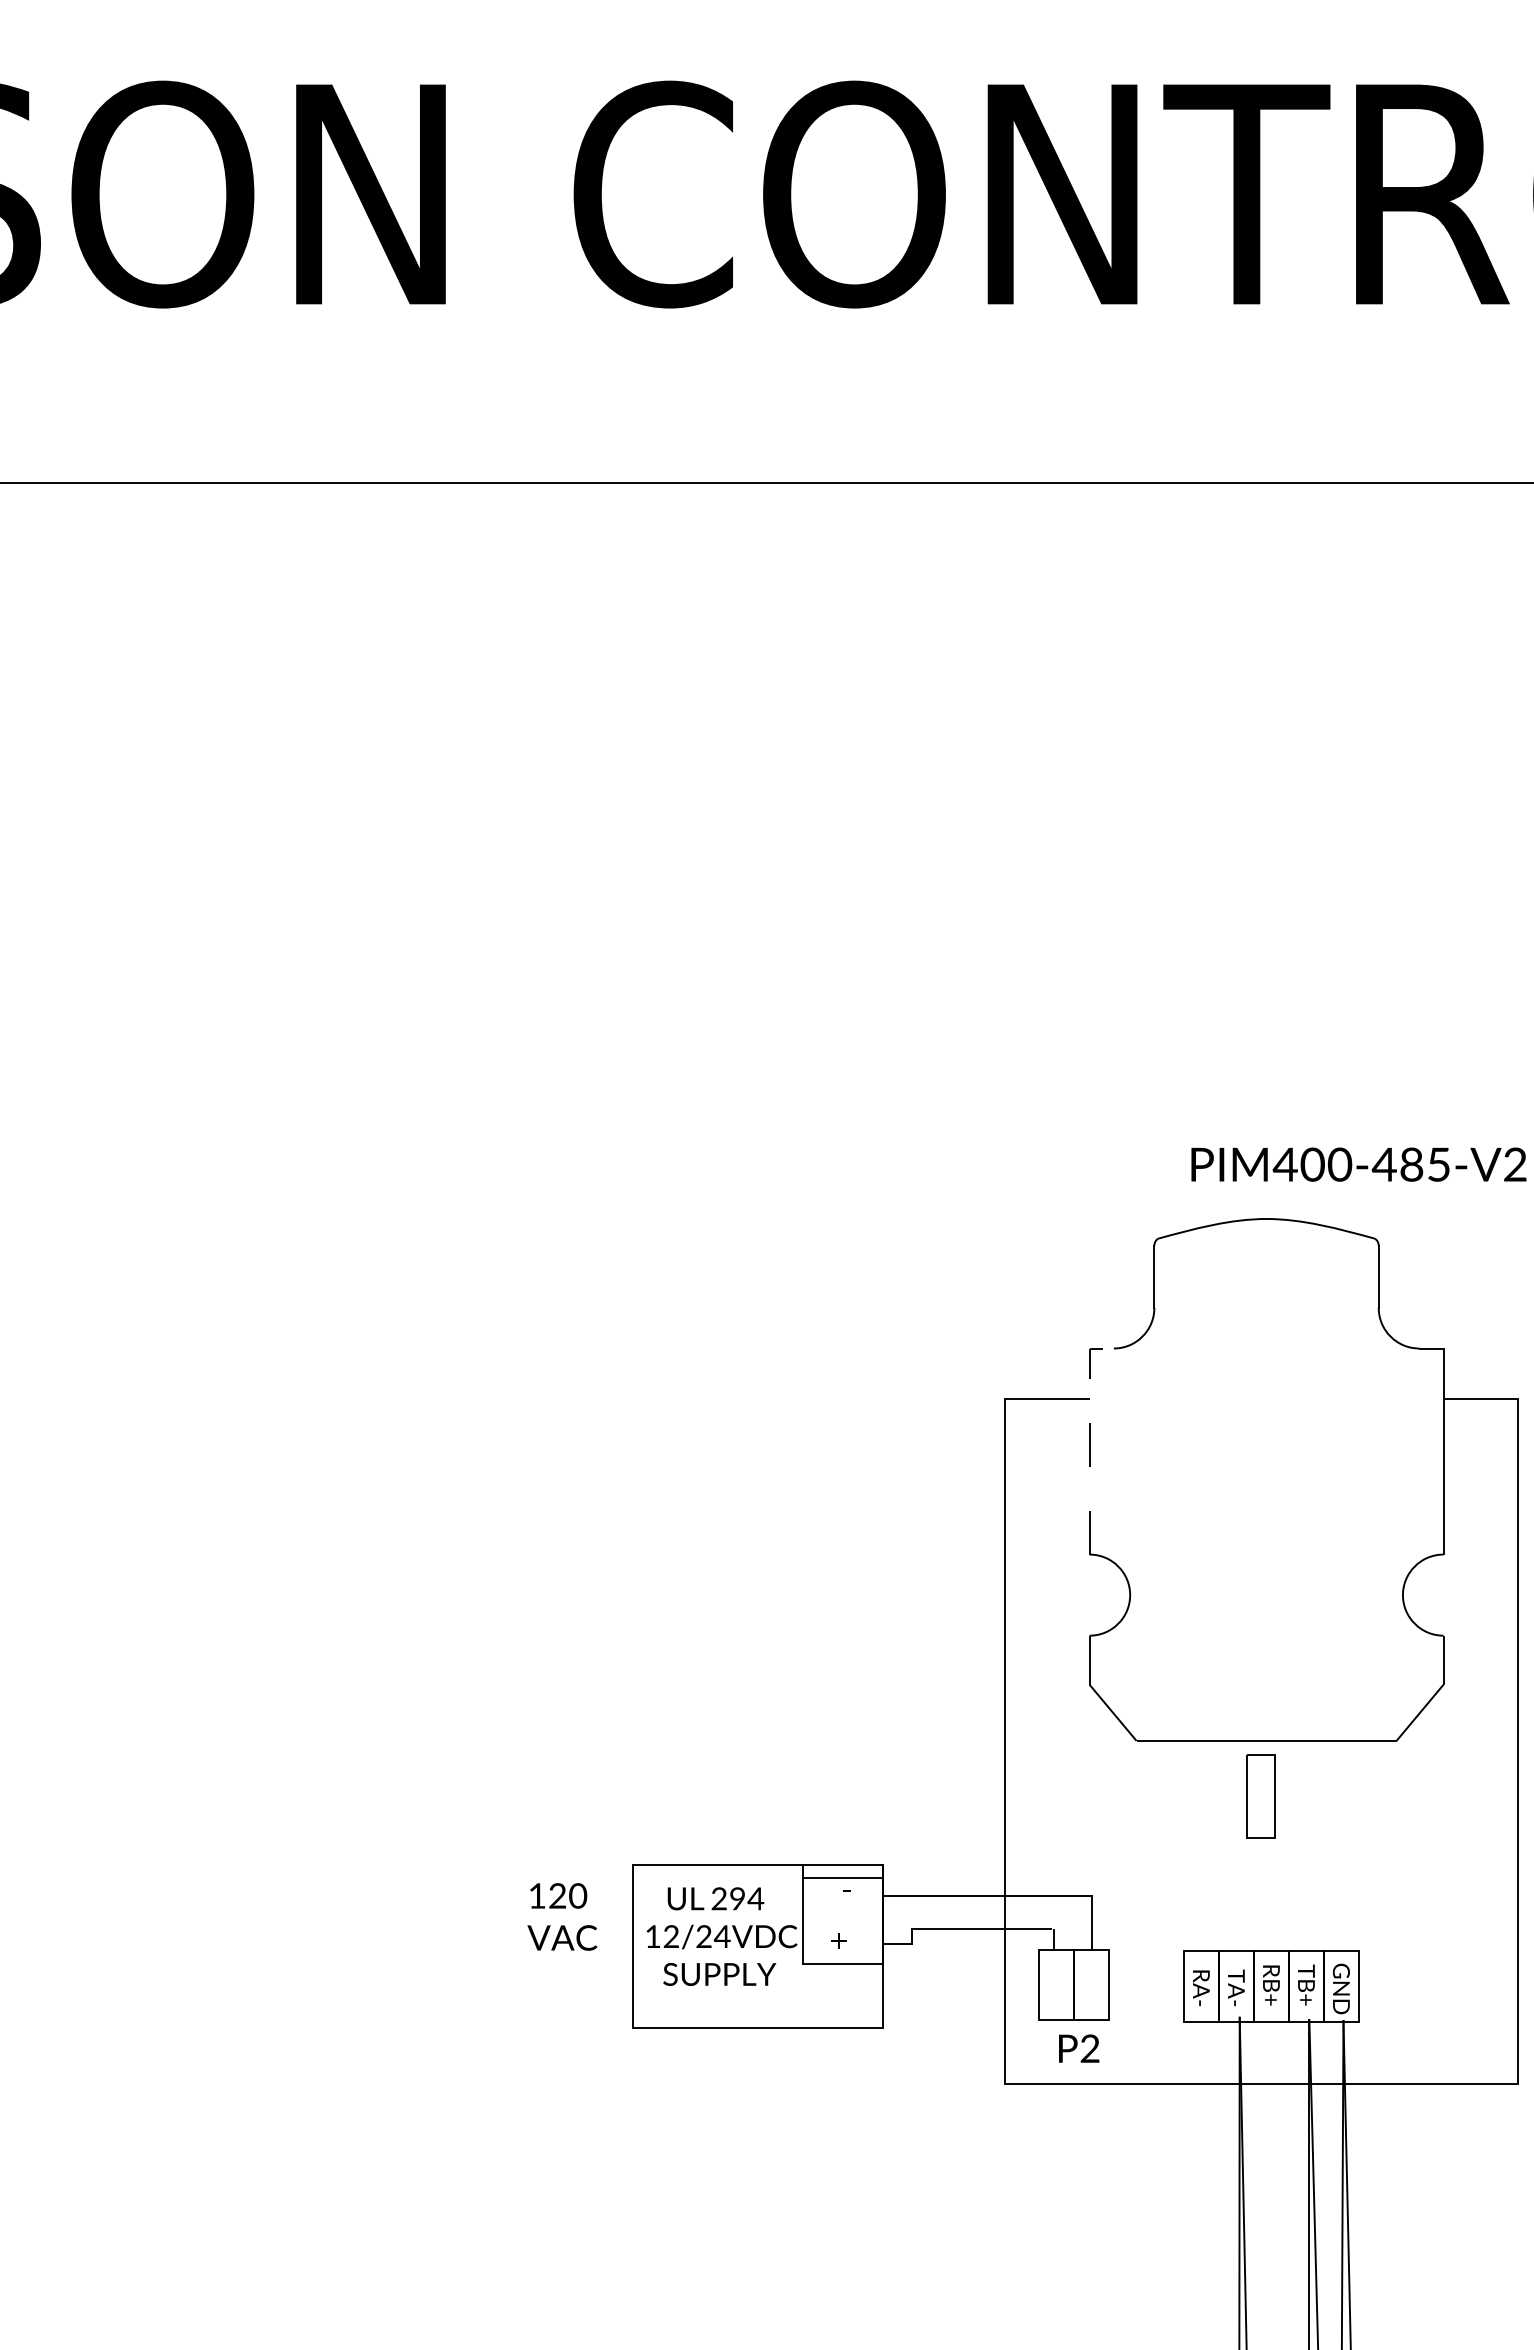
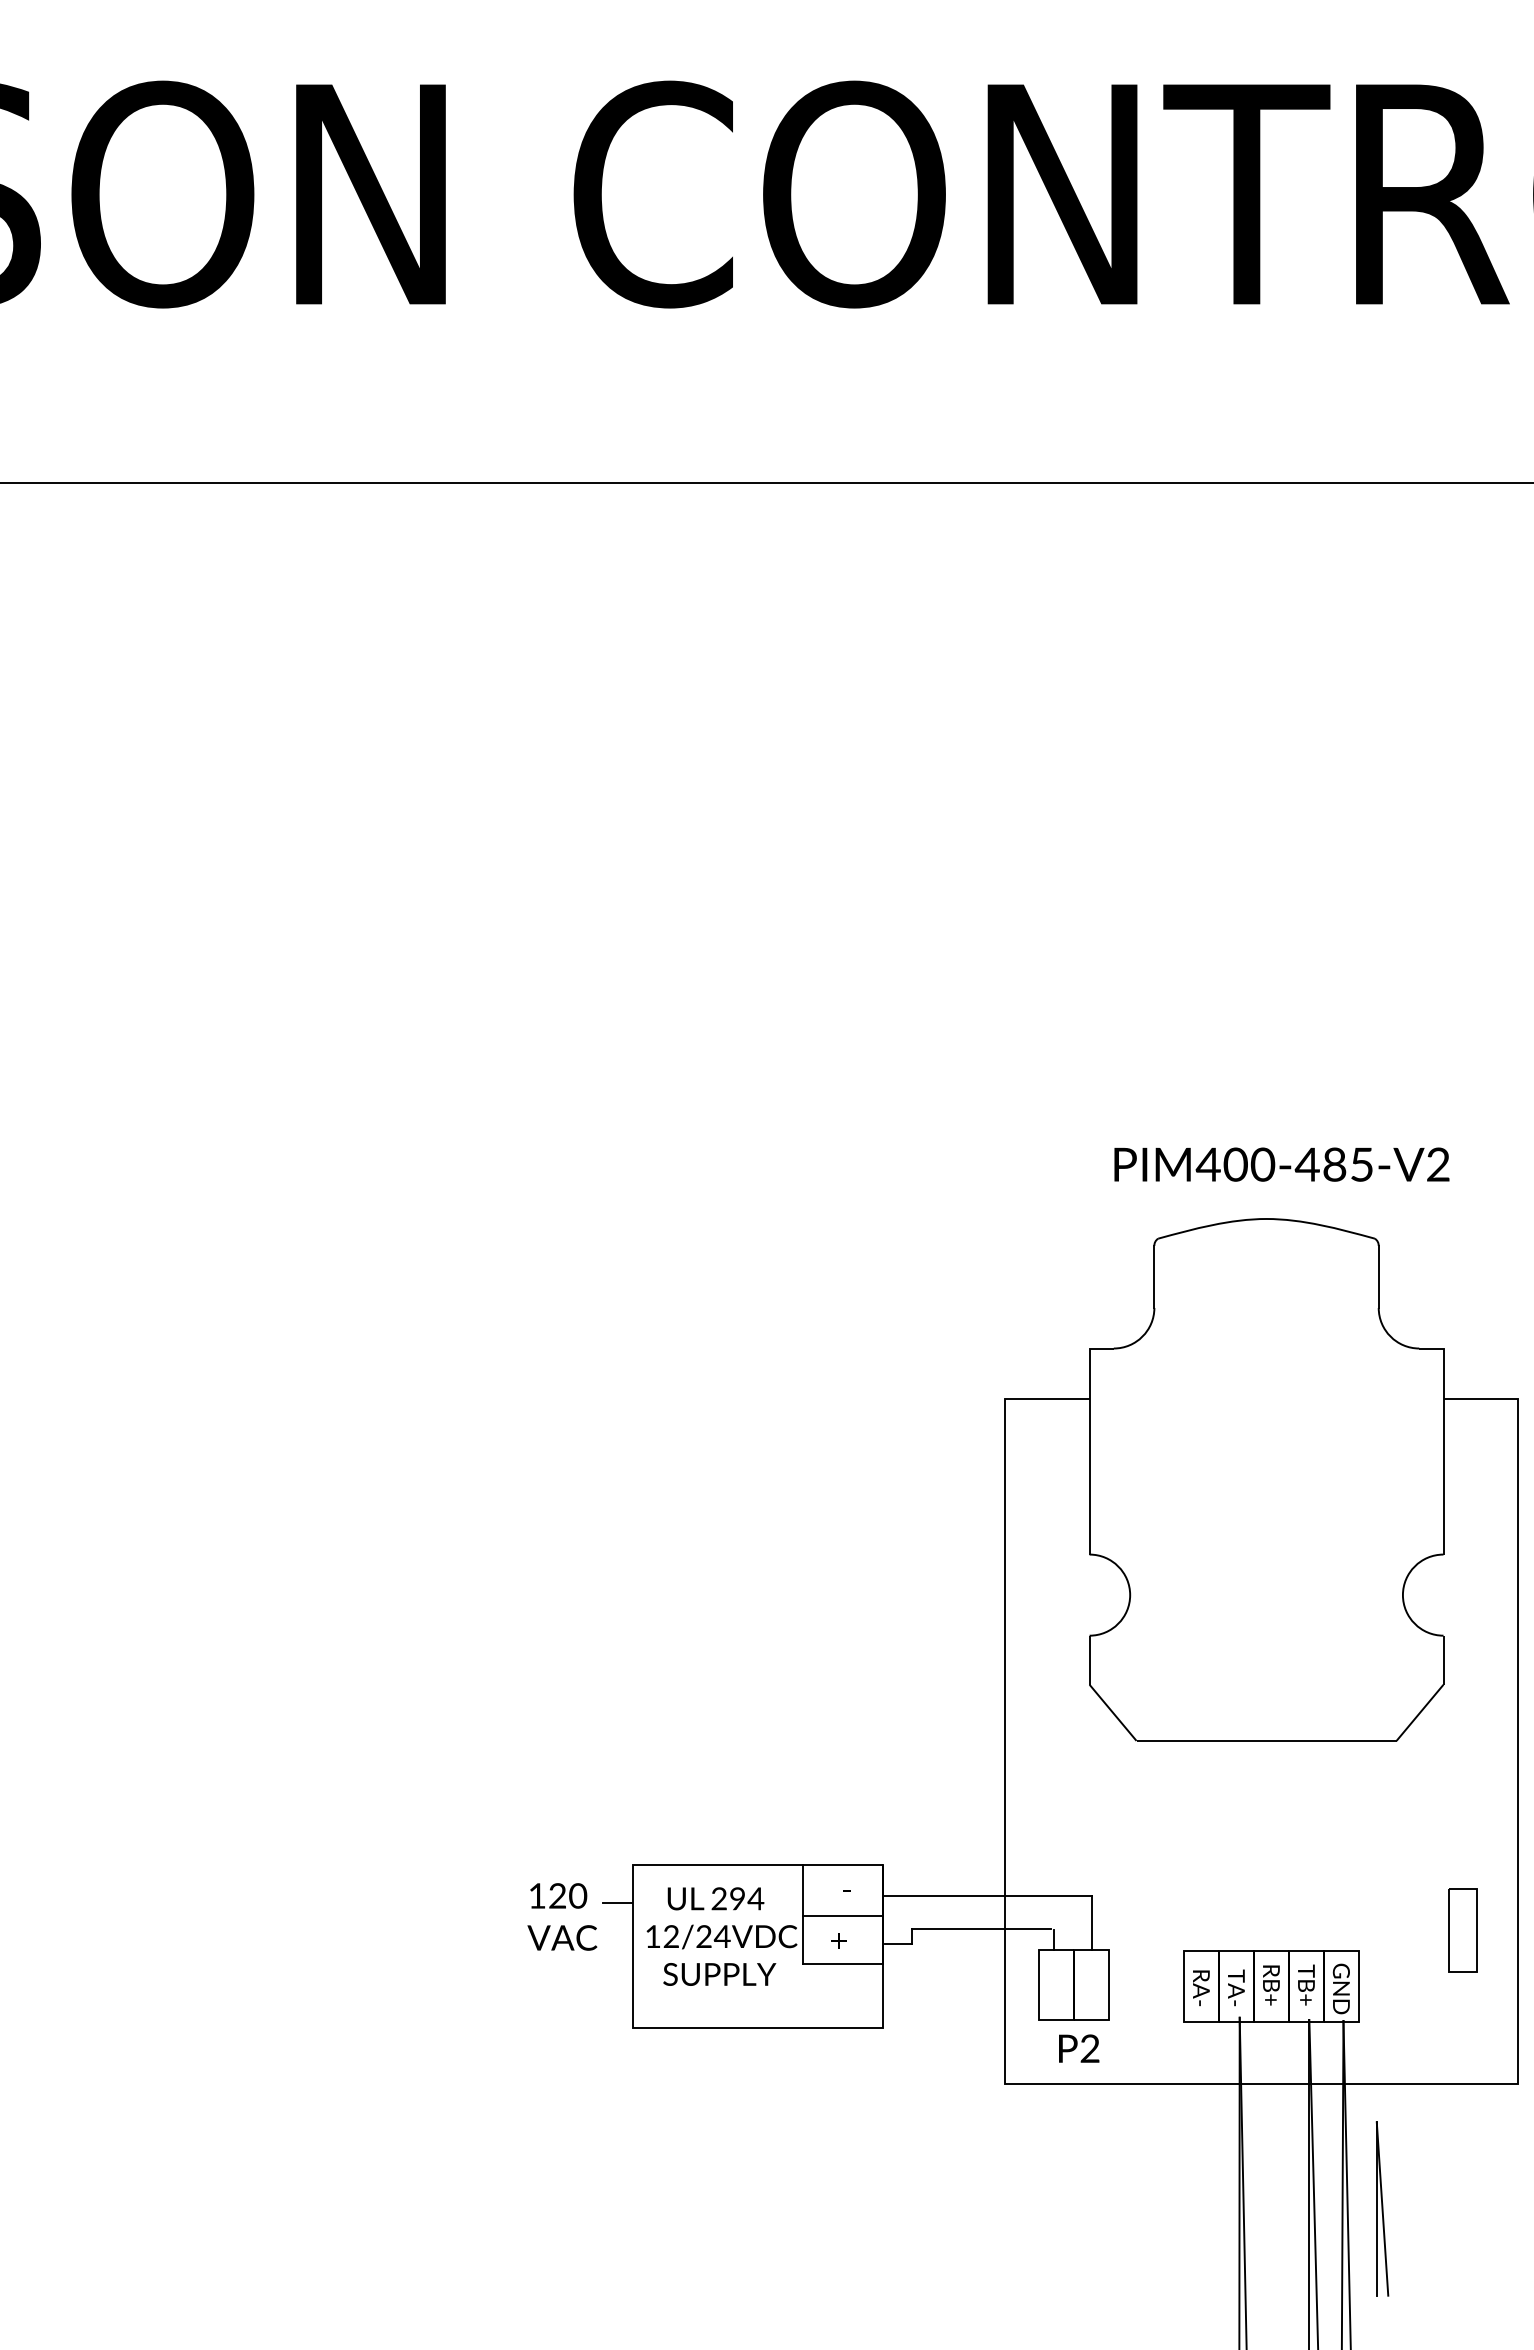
text at (1358, 1164) position: (1358, 1164) -> (1281, 1164)
line at (1089, 1438): dashed -> solid
part at (1260, 1796) position: (1260, 1796) -> (1462, 1930)
line at (842, 1878) position: (842, 1878) -> (842, 1916)
line at (617, 1903): none -> present
part at (1382, 2208): none -> present
